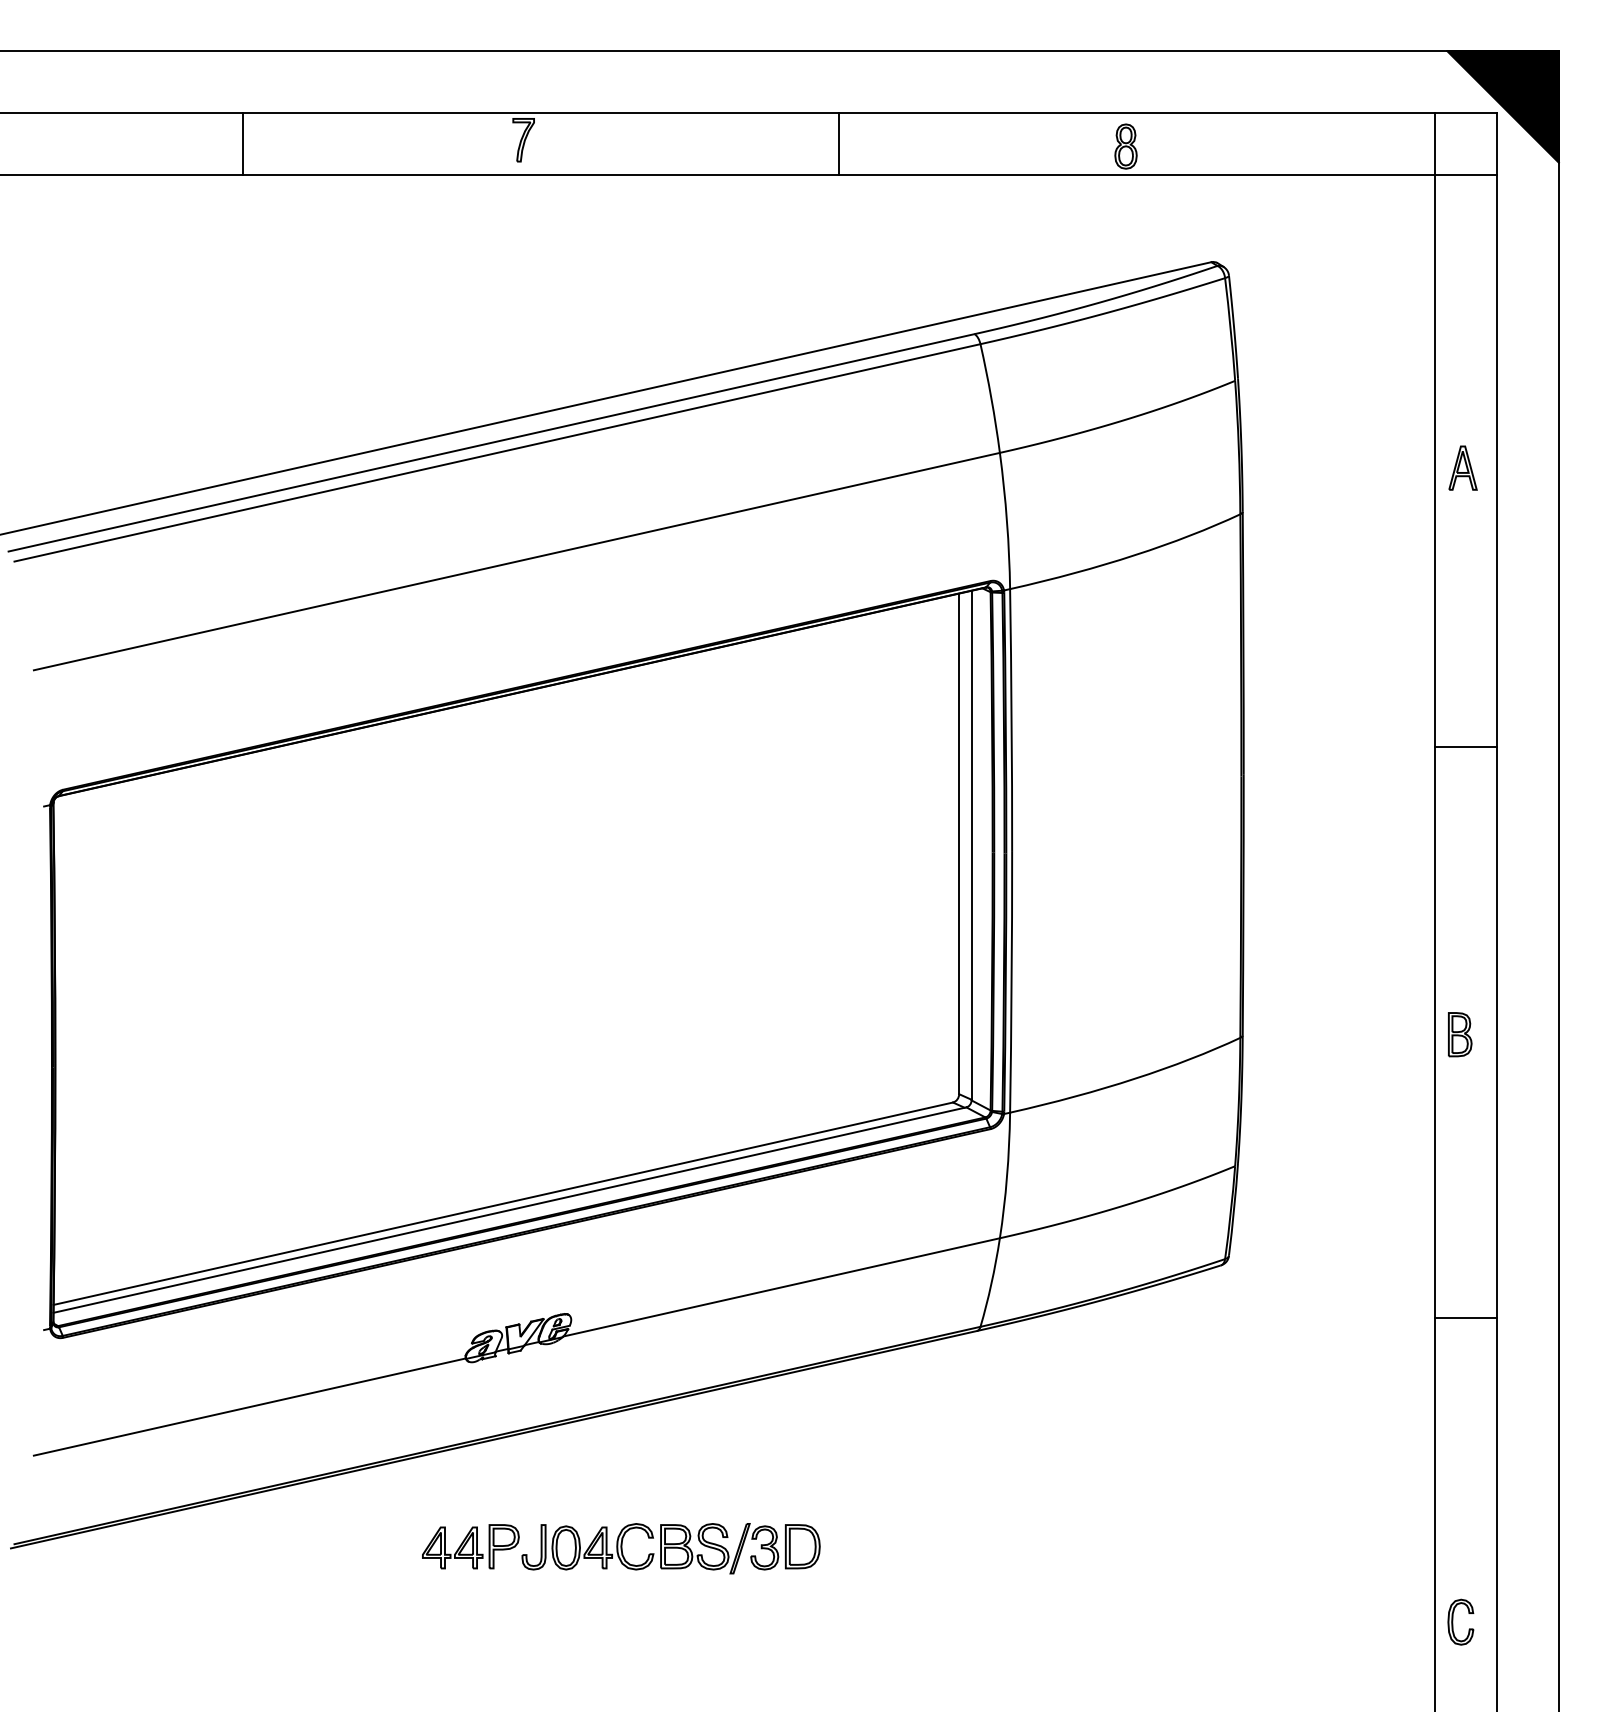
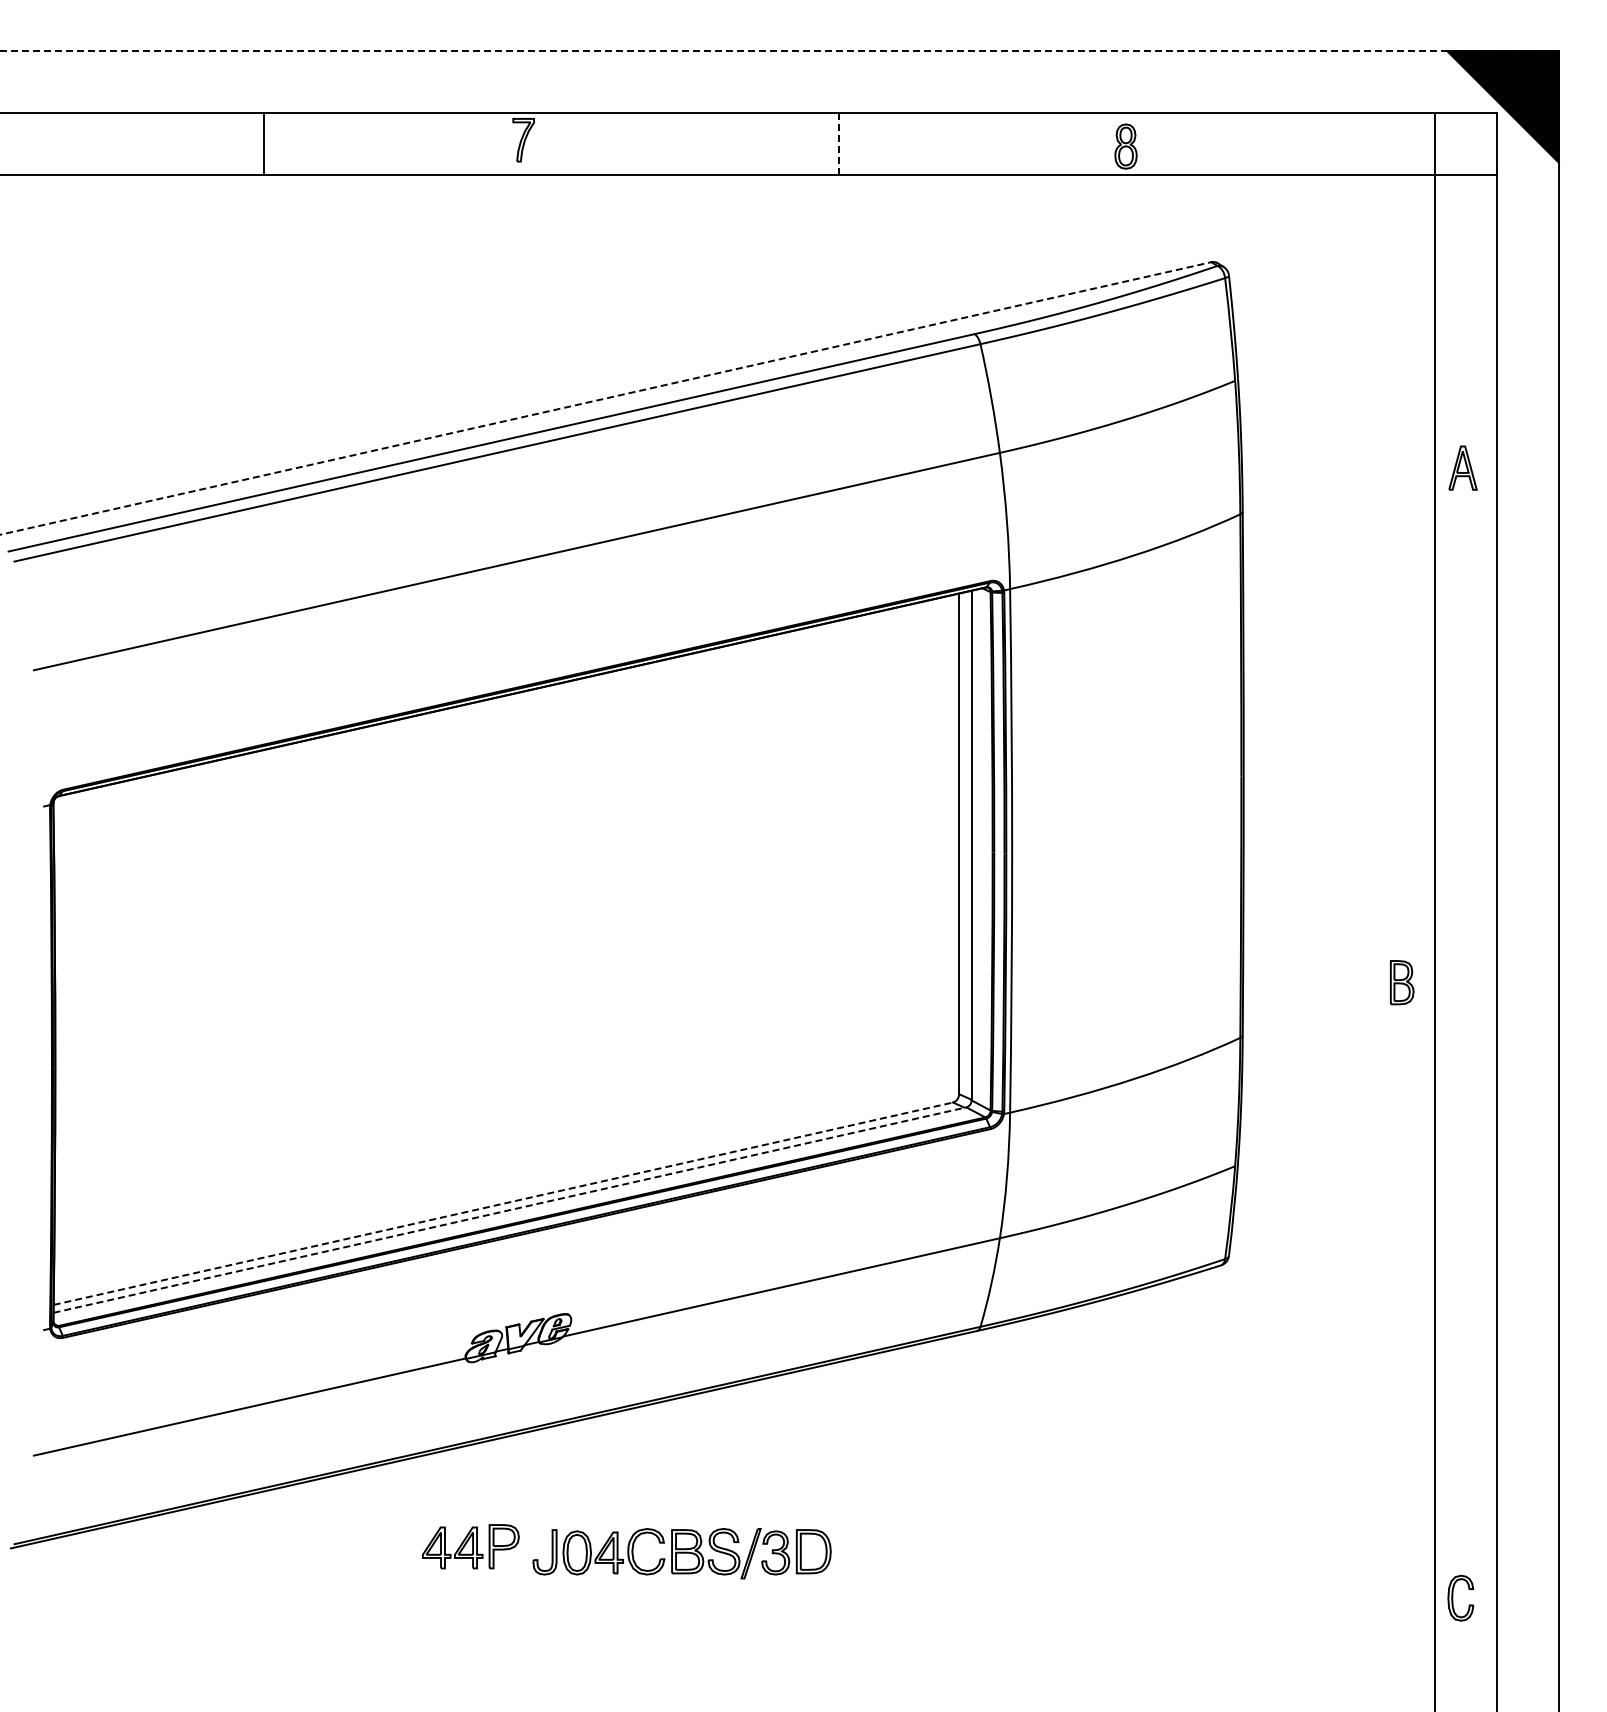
line at (780, 51): solid -> dashed
line at (243, 144) position: (243, 144) -> (264, 144)
line at (839, 144): solid -> dashed
line at (605, 398): solid -> dashed
line at (1466, 746): present -> none
part at (1460, 1034) position: (1460, 1034) -> (1402, 982)
line at (503, 1203): solid -> dashed
line at (509, 1210): solid -> dashed
line at (1466, 1318): present -> none
part at (670, 1548) position: (670, 1548) -> (681, 1553)
part at (1453, 1621) position: (1453, 1621) -> (1453, 1597)
